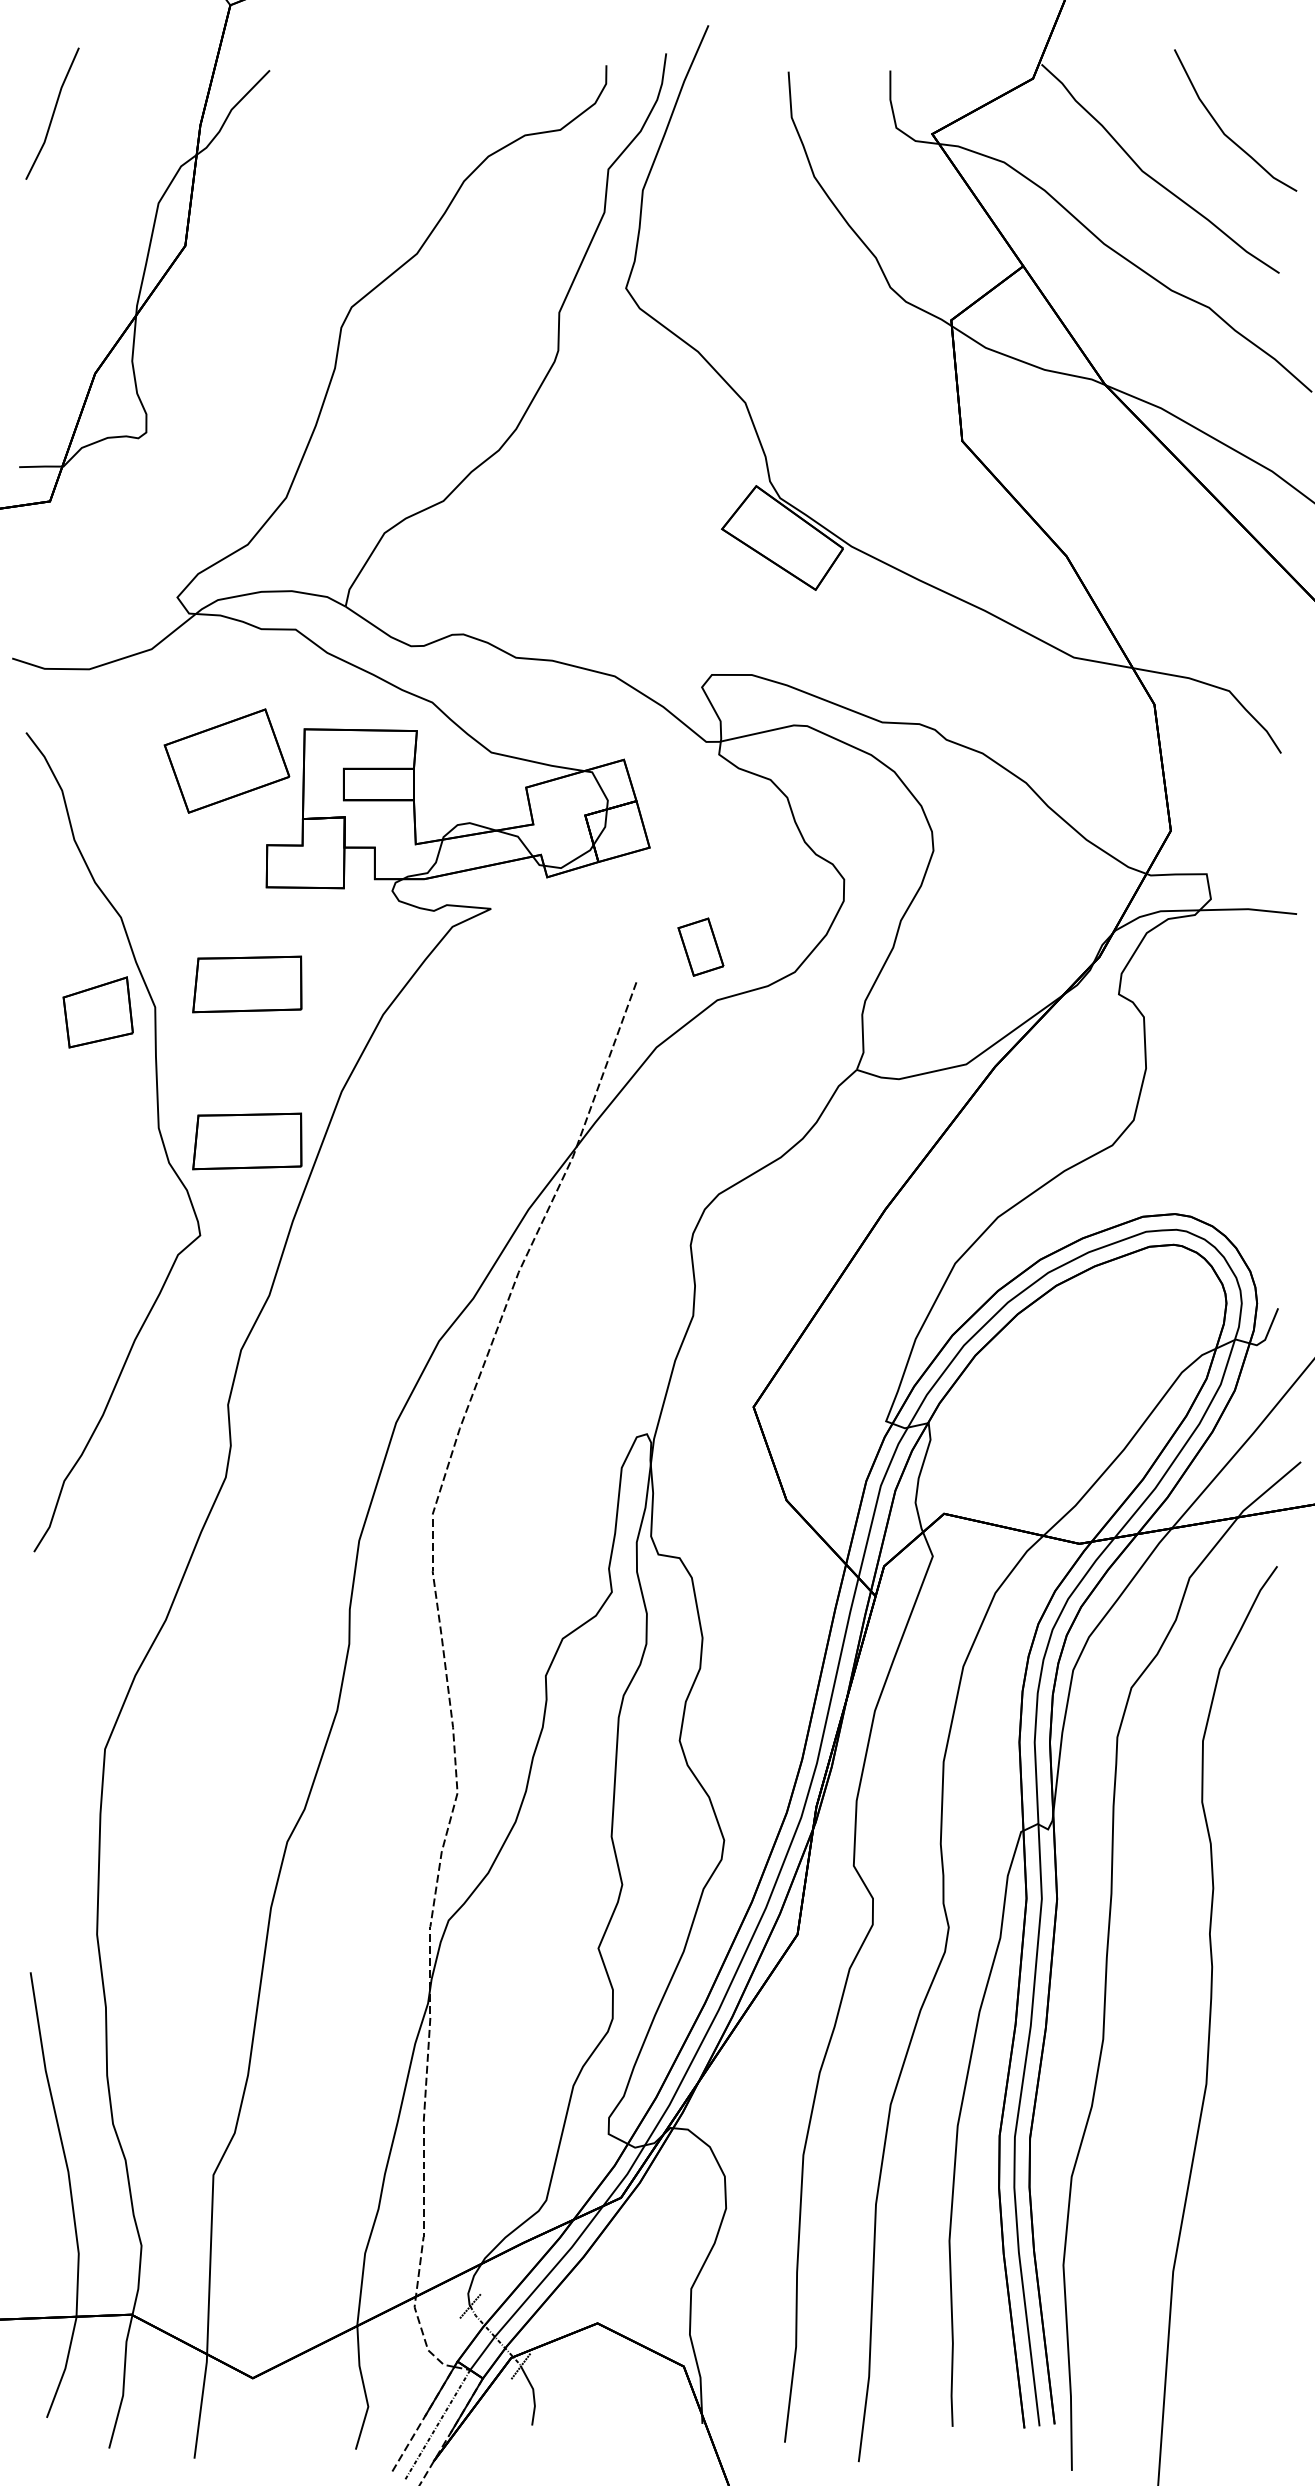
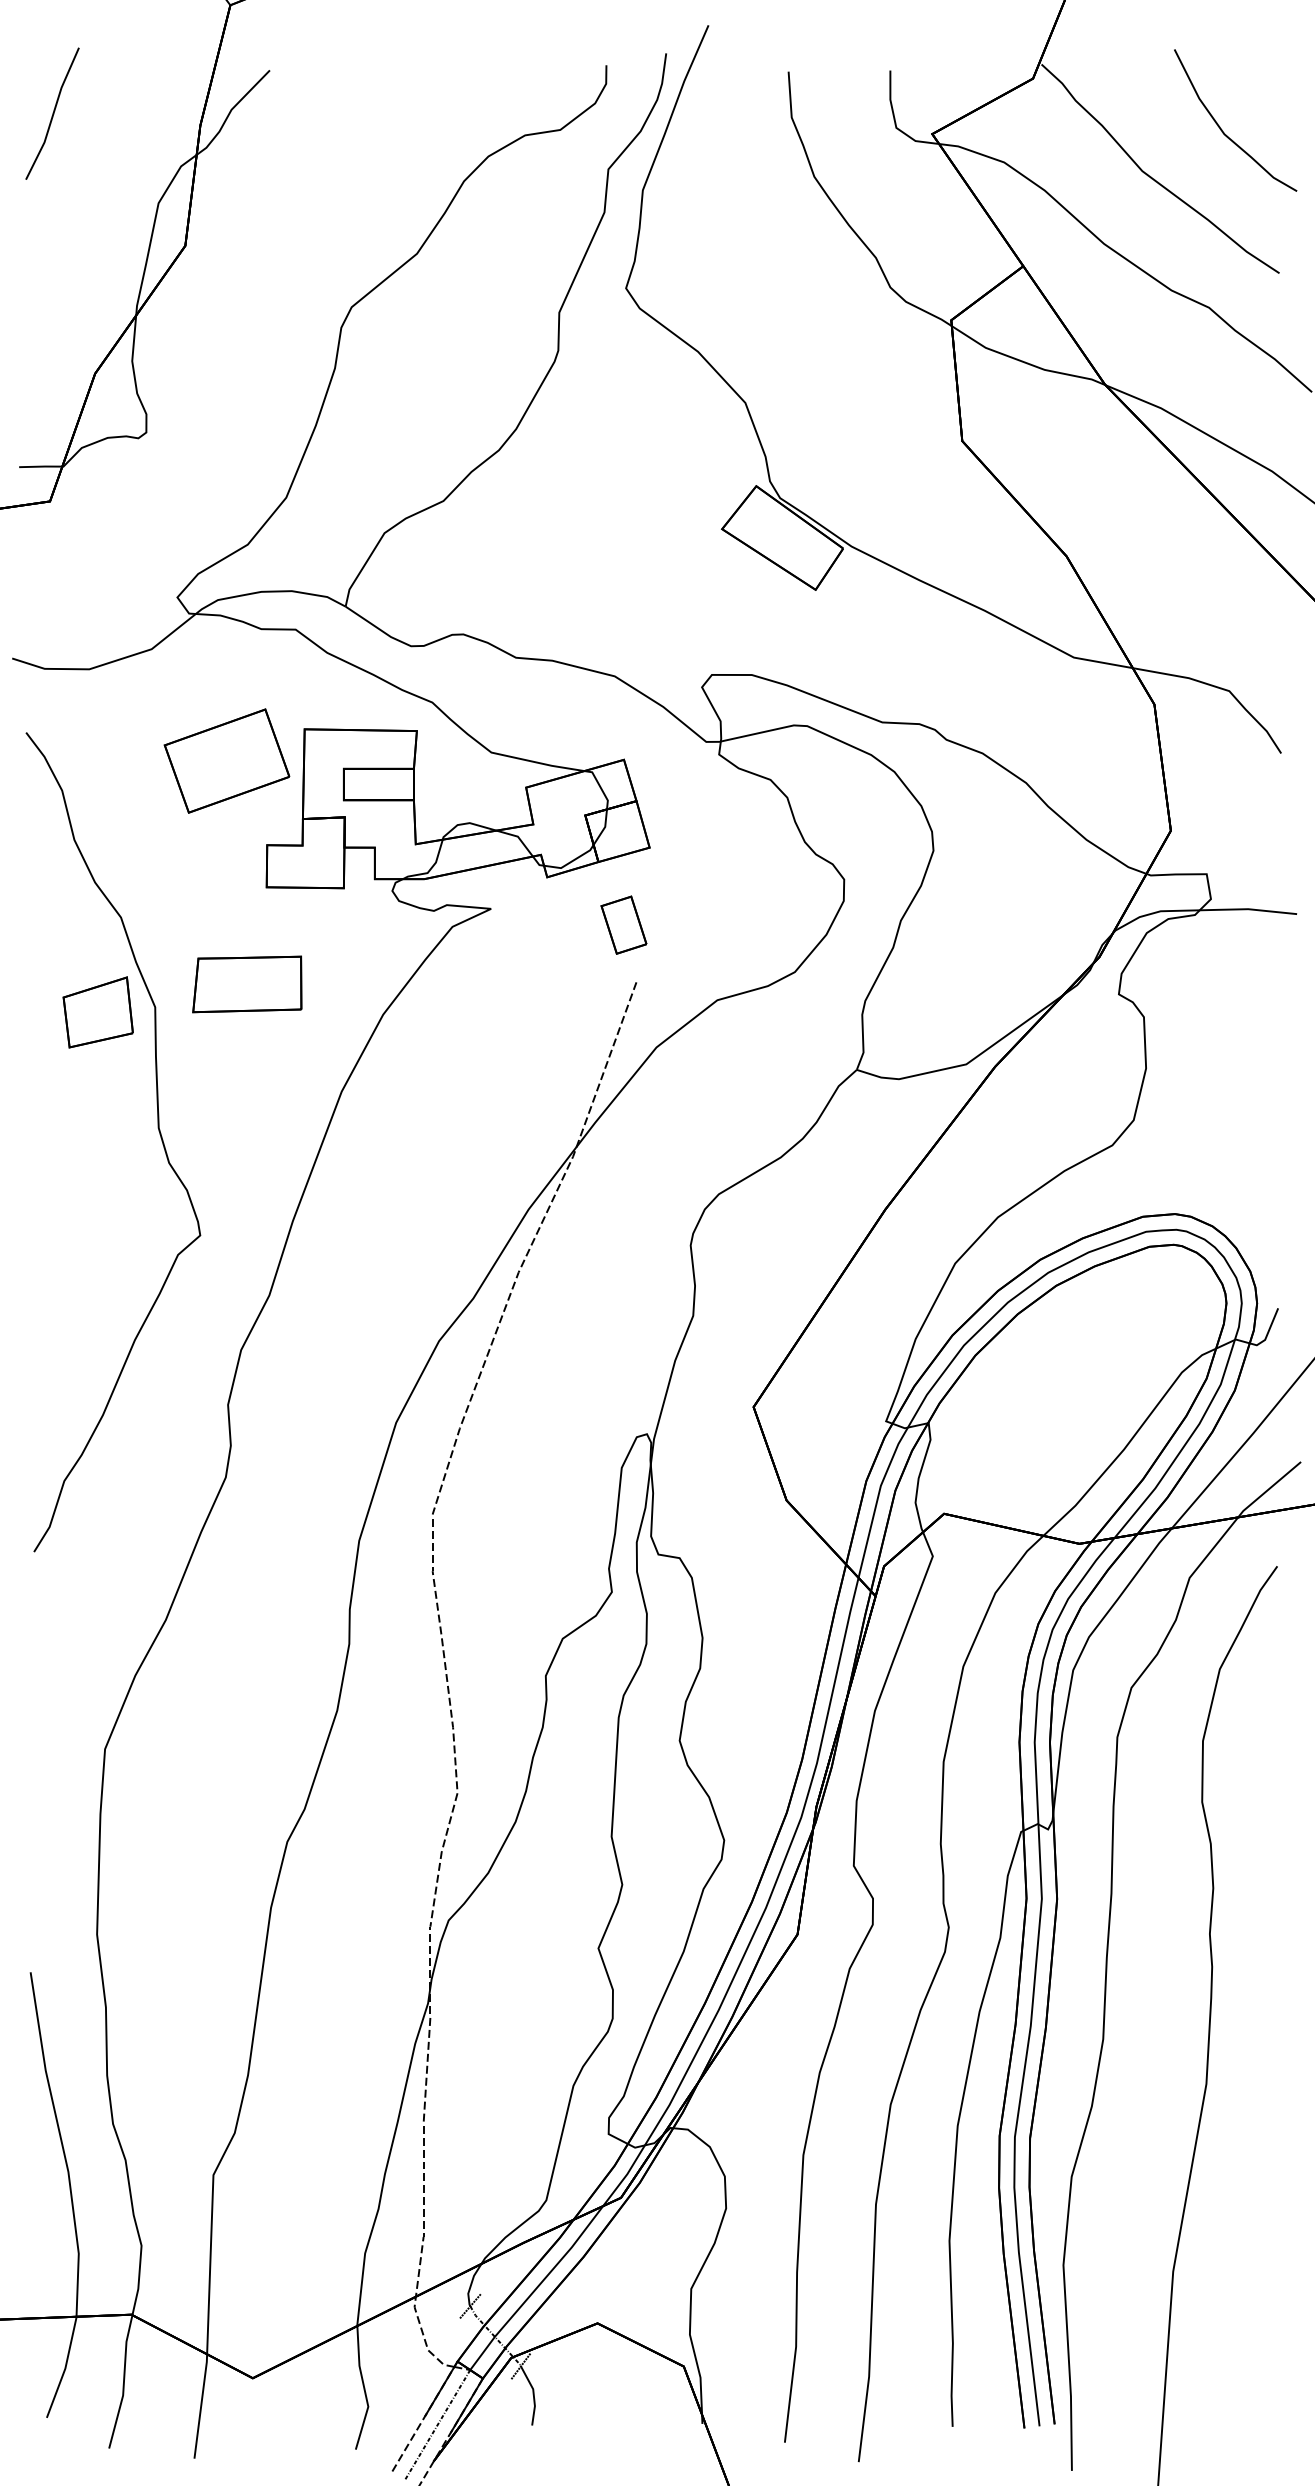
part at (700, 946) position: (700, 946) -> (623, 924)
part at (247, 1141): present -> none
